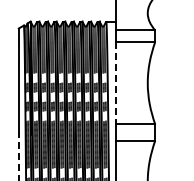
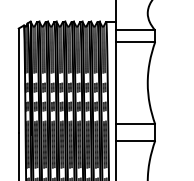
line at (115, 83): dashed -> solid
line at (18, 156): dashed -> solid
